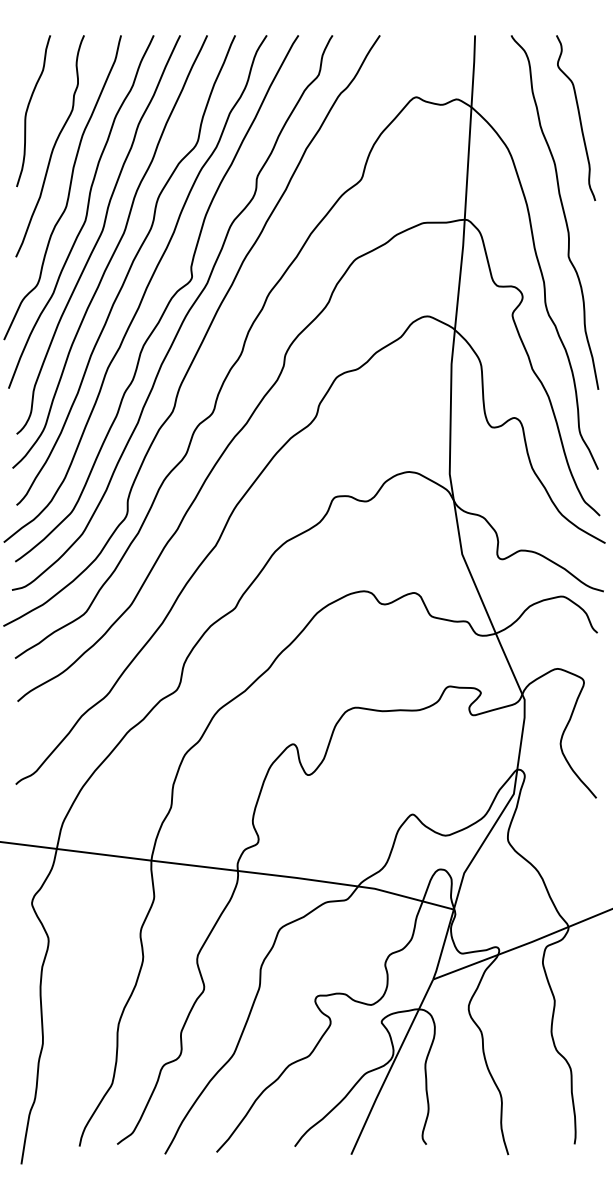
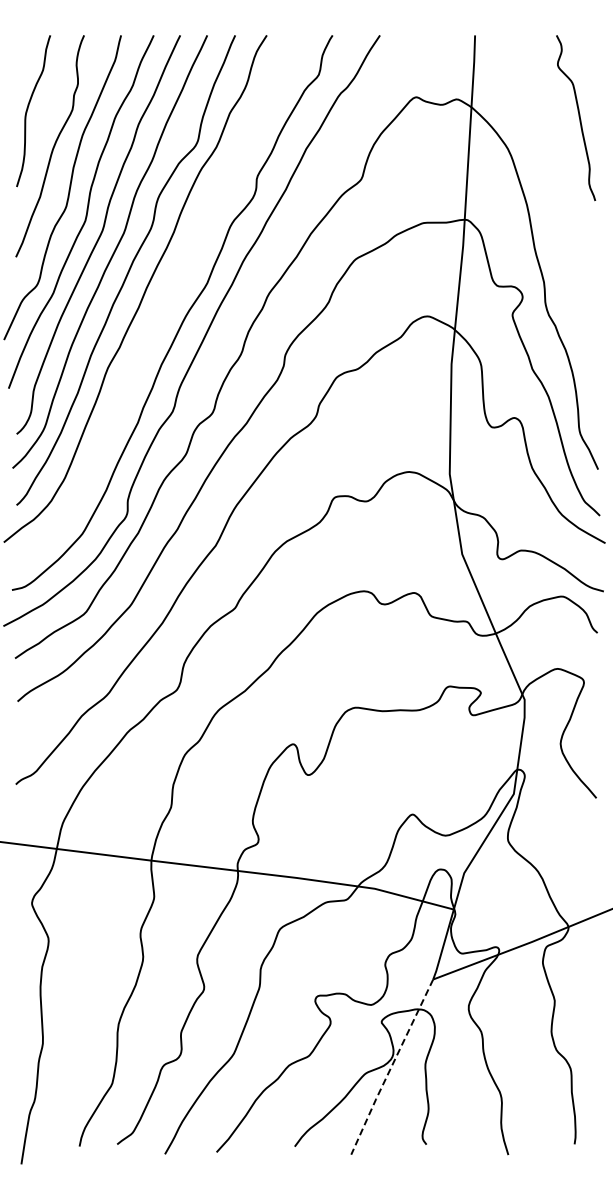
curve at (562, 211): present -> none
curve at (167, 303): present -> none
line at (391, 1067): solid -> dashed
